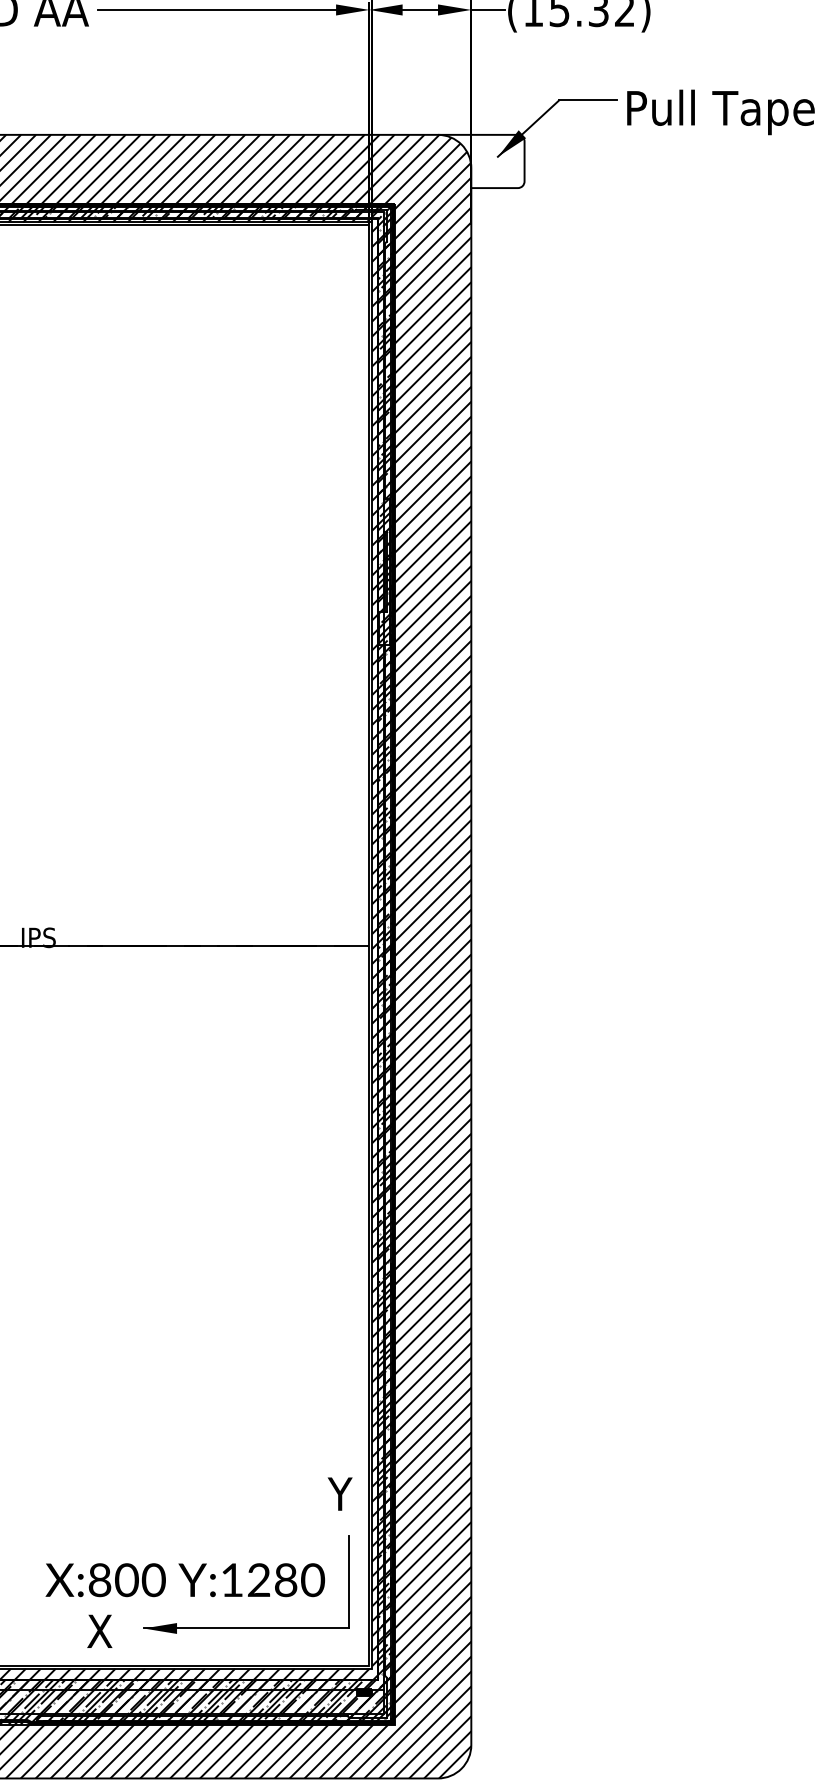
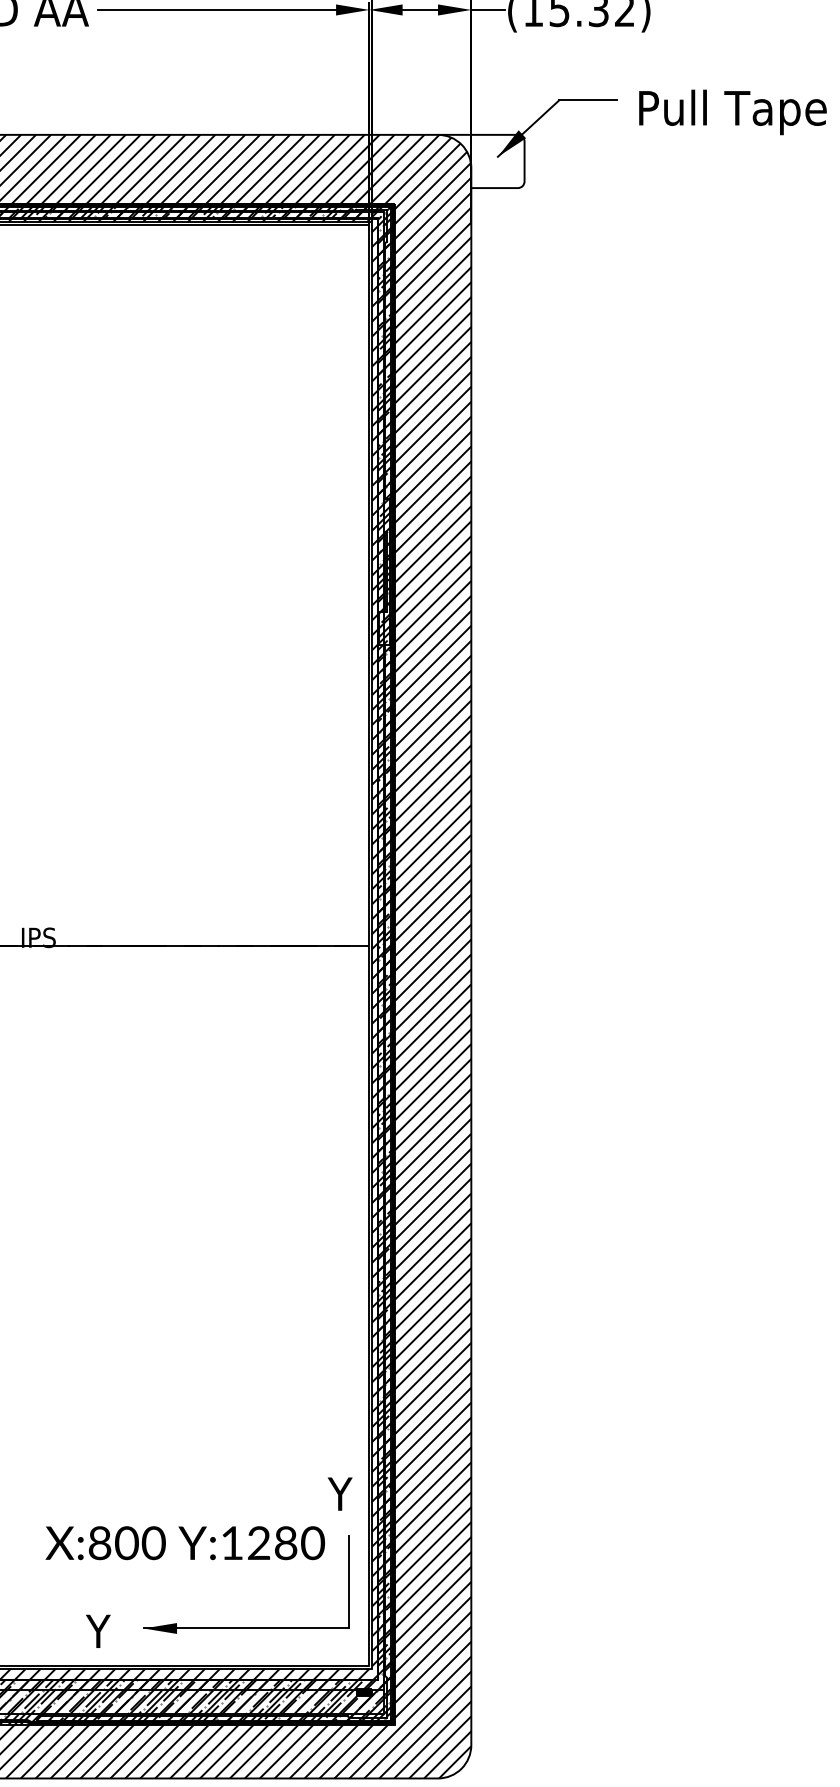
text at (720, 112) position: (720, 112) -> (732, 112)
text at (184, 1580) position: (184, 1580) -> (184, 1543)
text at (99, 1630): X -> Y
